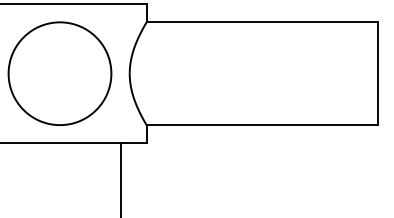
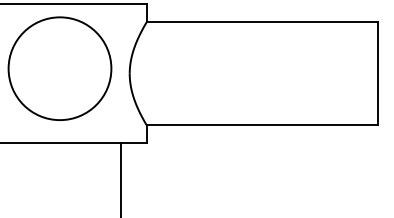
circle at (59, 73) position: (59, 73) -> (59, 68)
